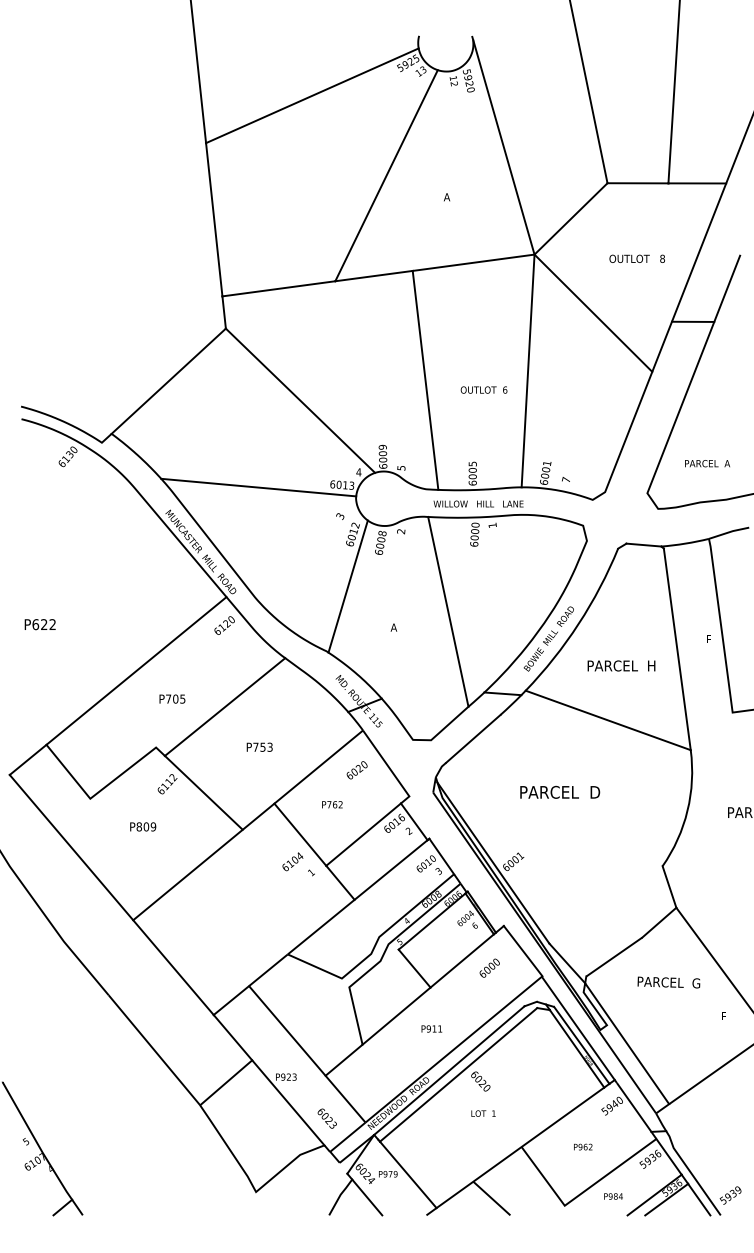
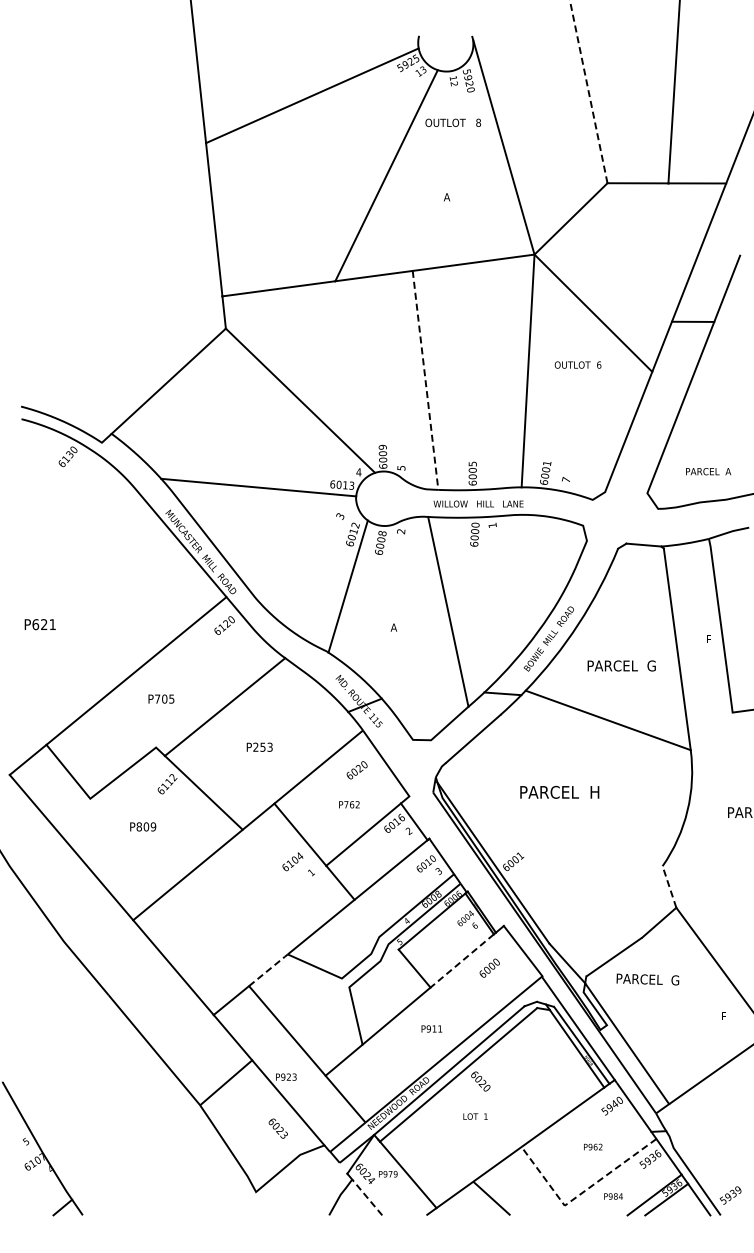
line at (588, 91): solid -> dashed
text at (636, 258) position: (636, 258) -> (452, 122)
line at (425, 380): solid -> dashed
text at (483, 389) position: (483, 389) -> (577, 364)
text at (707, 463) position: (707, 463) -> (708, 471)
text at (52, 624): P622 -> P621
text at (651, 665): PARCEL  H -> PARCEL  G
text at (172, 698) position: (172, 698) -> (161, 698)
text at (255, 746): P753 -> P253
text at (596, 792): PARCEL  D -> PARCEL  H
text at (332, 804) position: (332, 804) -> (349, 804)
line at (669, 887): solid -> dashed
line at (461, 961): solid -> dashed
line at (268, 969): solid -> dashed
text at (668, 982) position: (668, 982) -> (647, 979)
text at (483, 1113) position: (483, 1113) -> (475, 1116)
text at (326, 1118) position: (326, 1118) -> (277, 1128)
text at (583, 1146) position: (583, 1146) -> (593, 1146)
line at (580, 1194): solid -> dashed
line at (366, 1197): solid -> dashed
